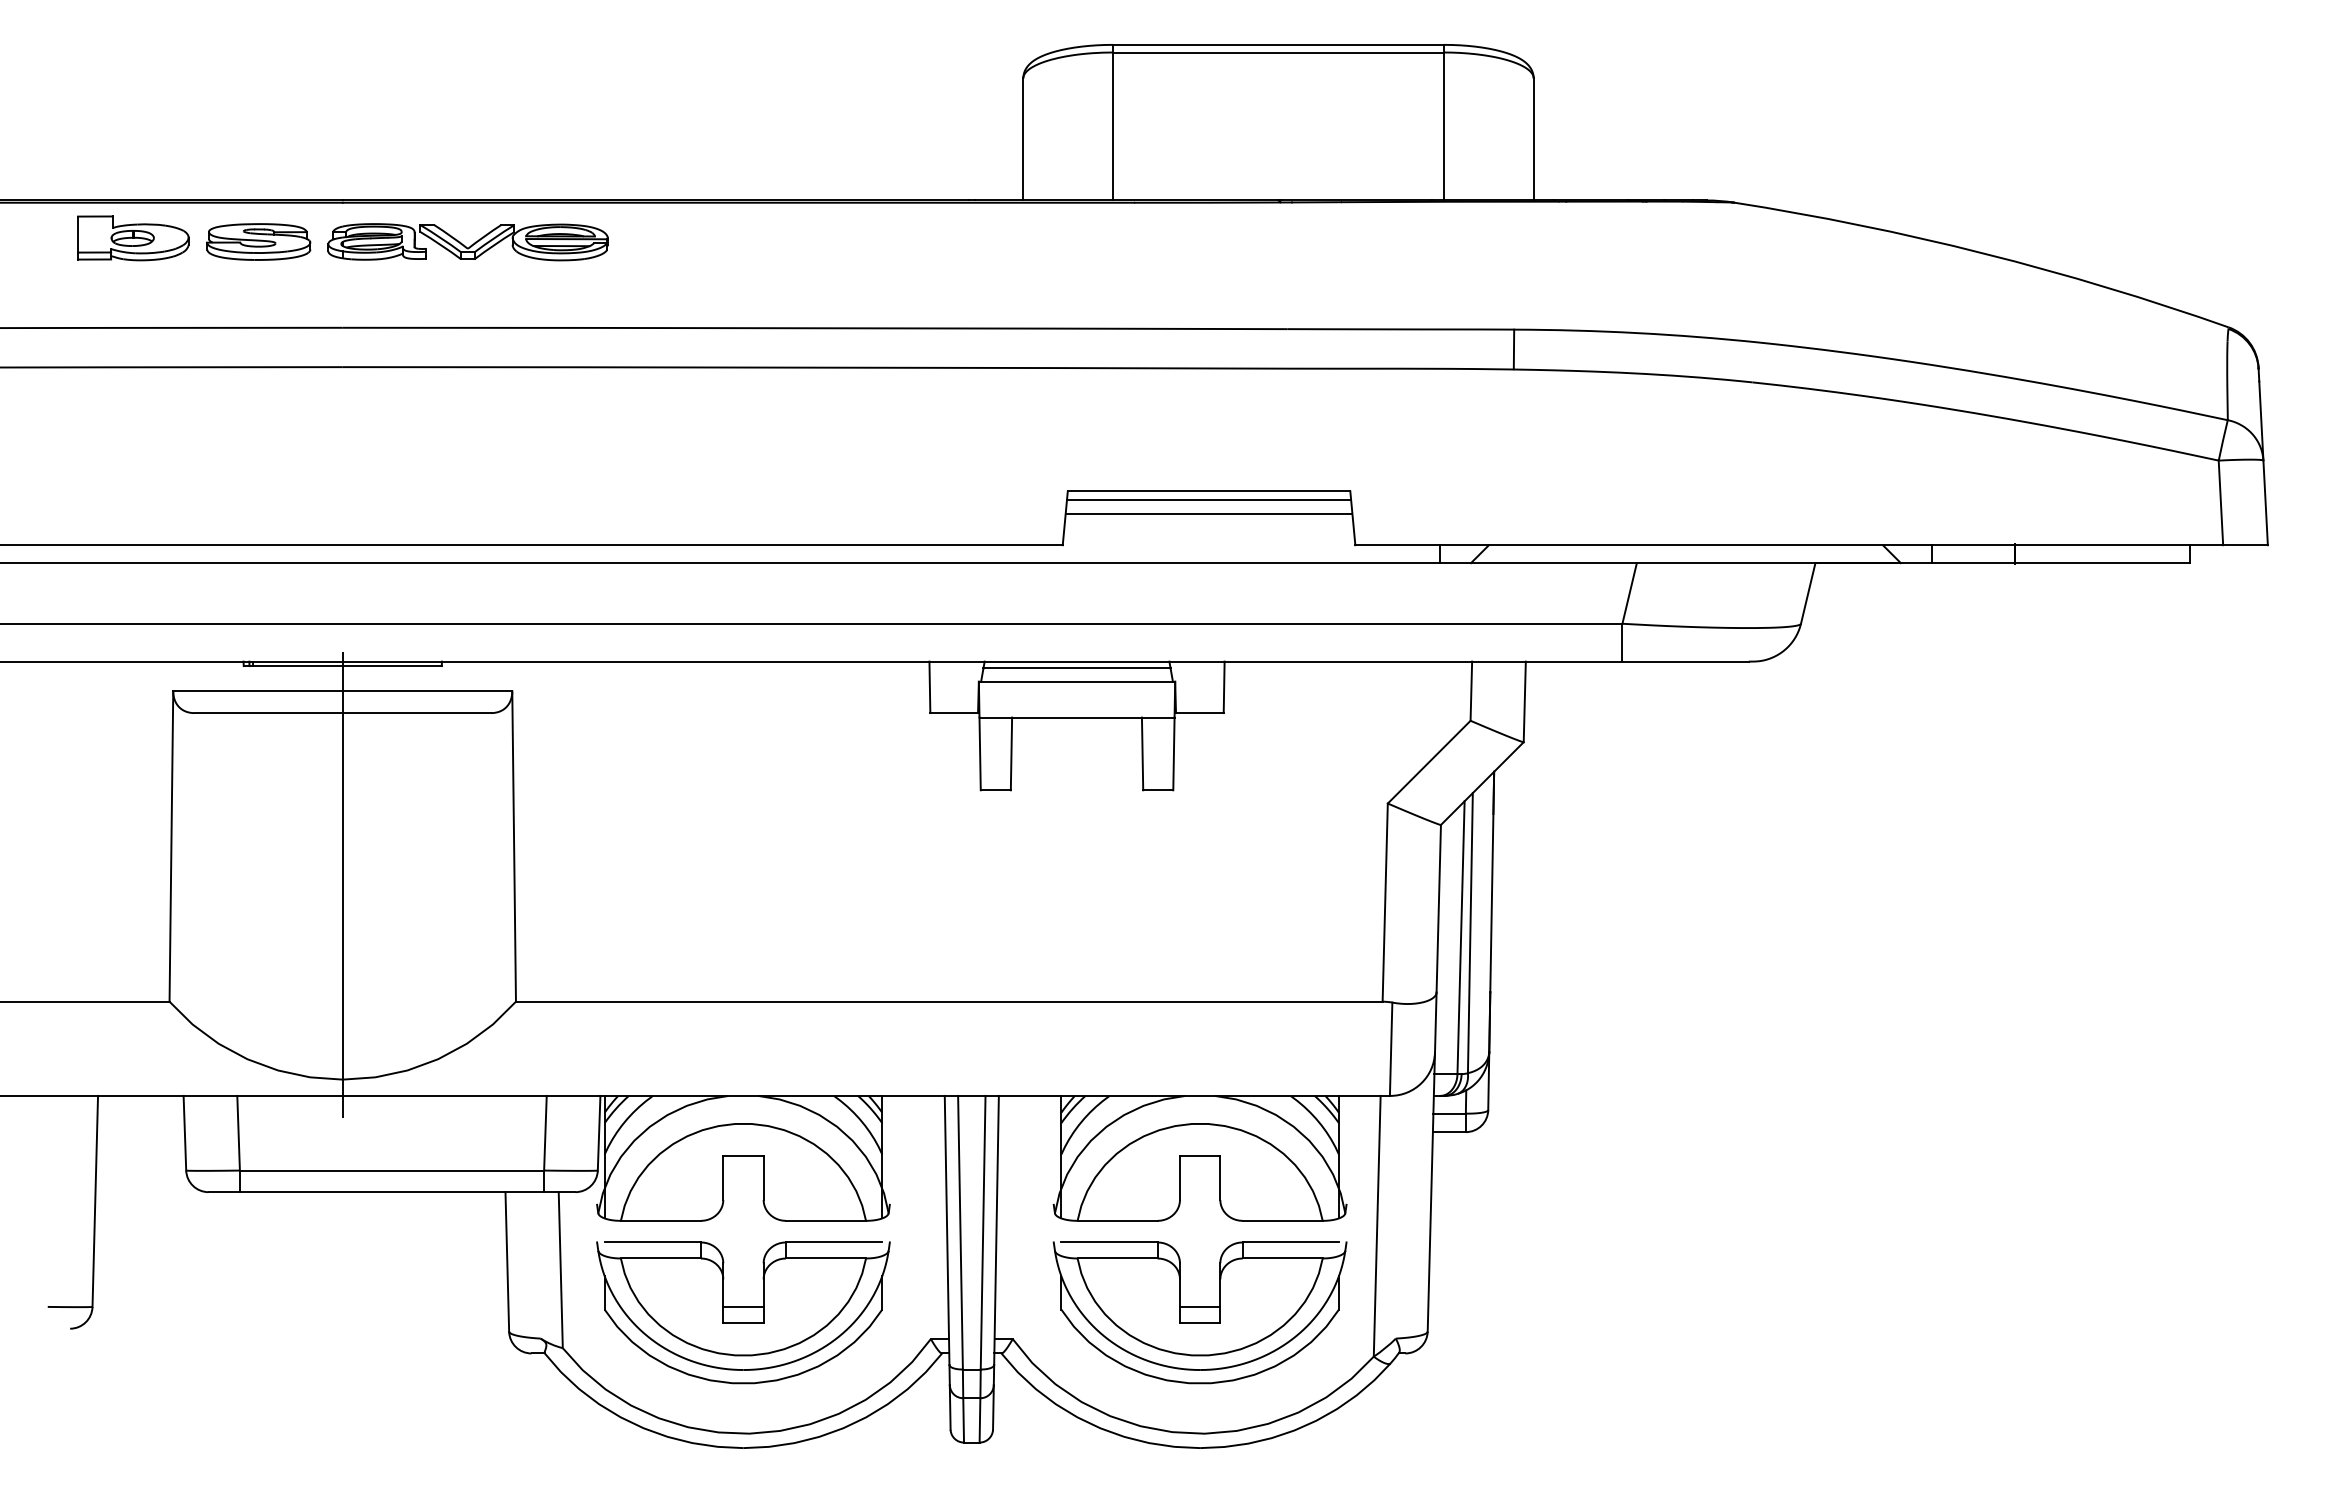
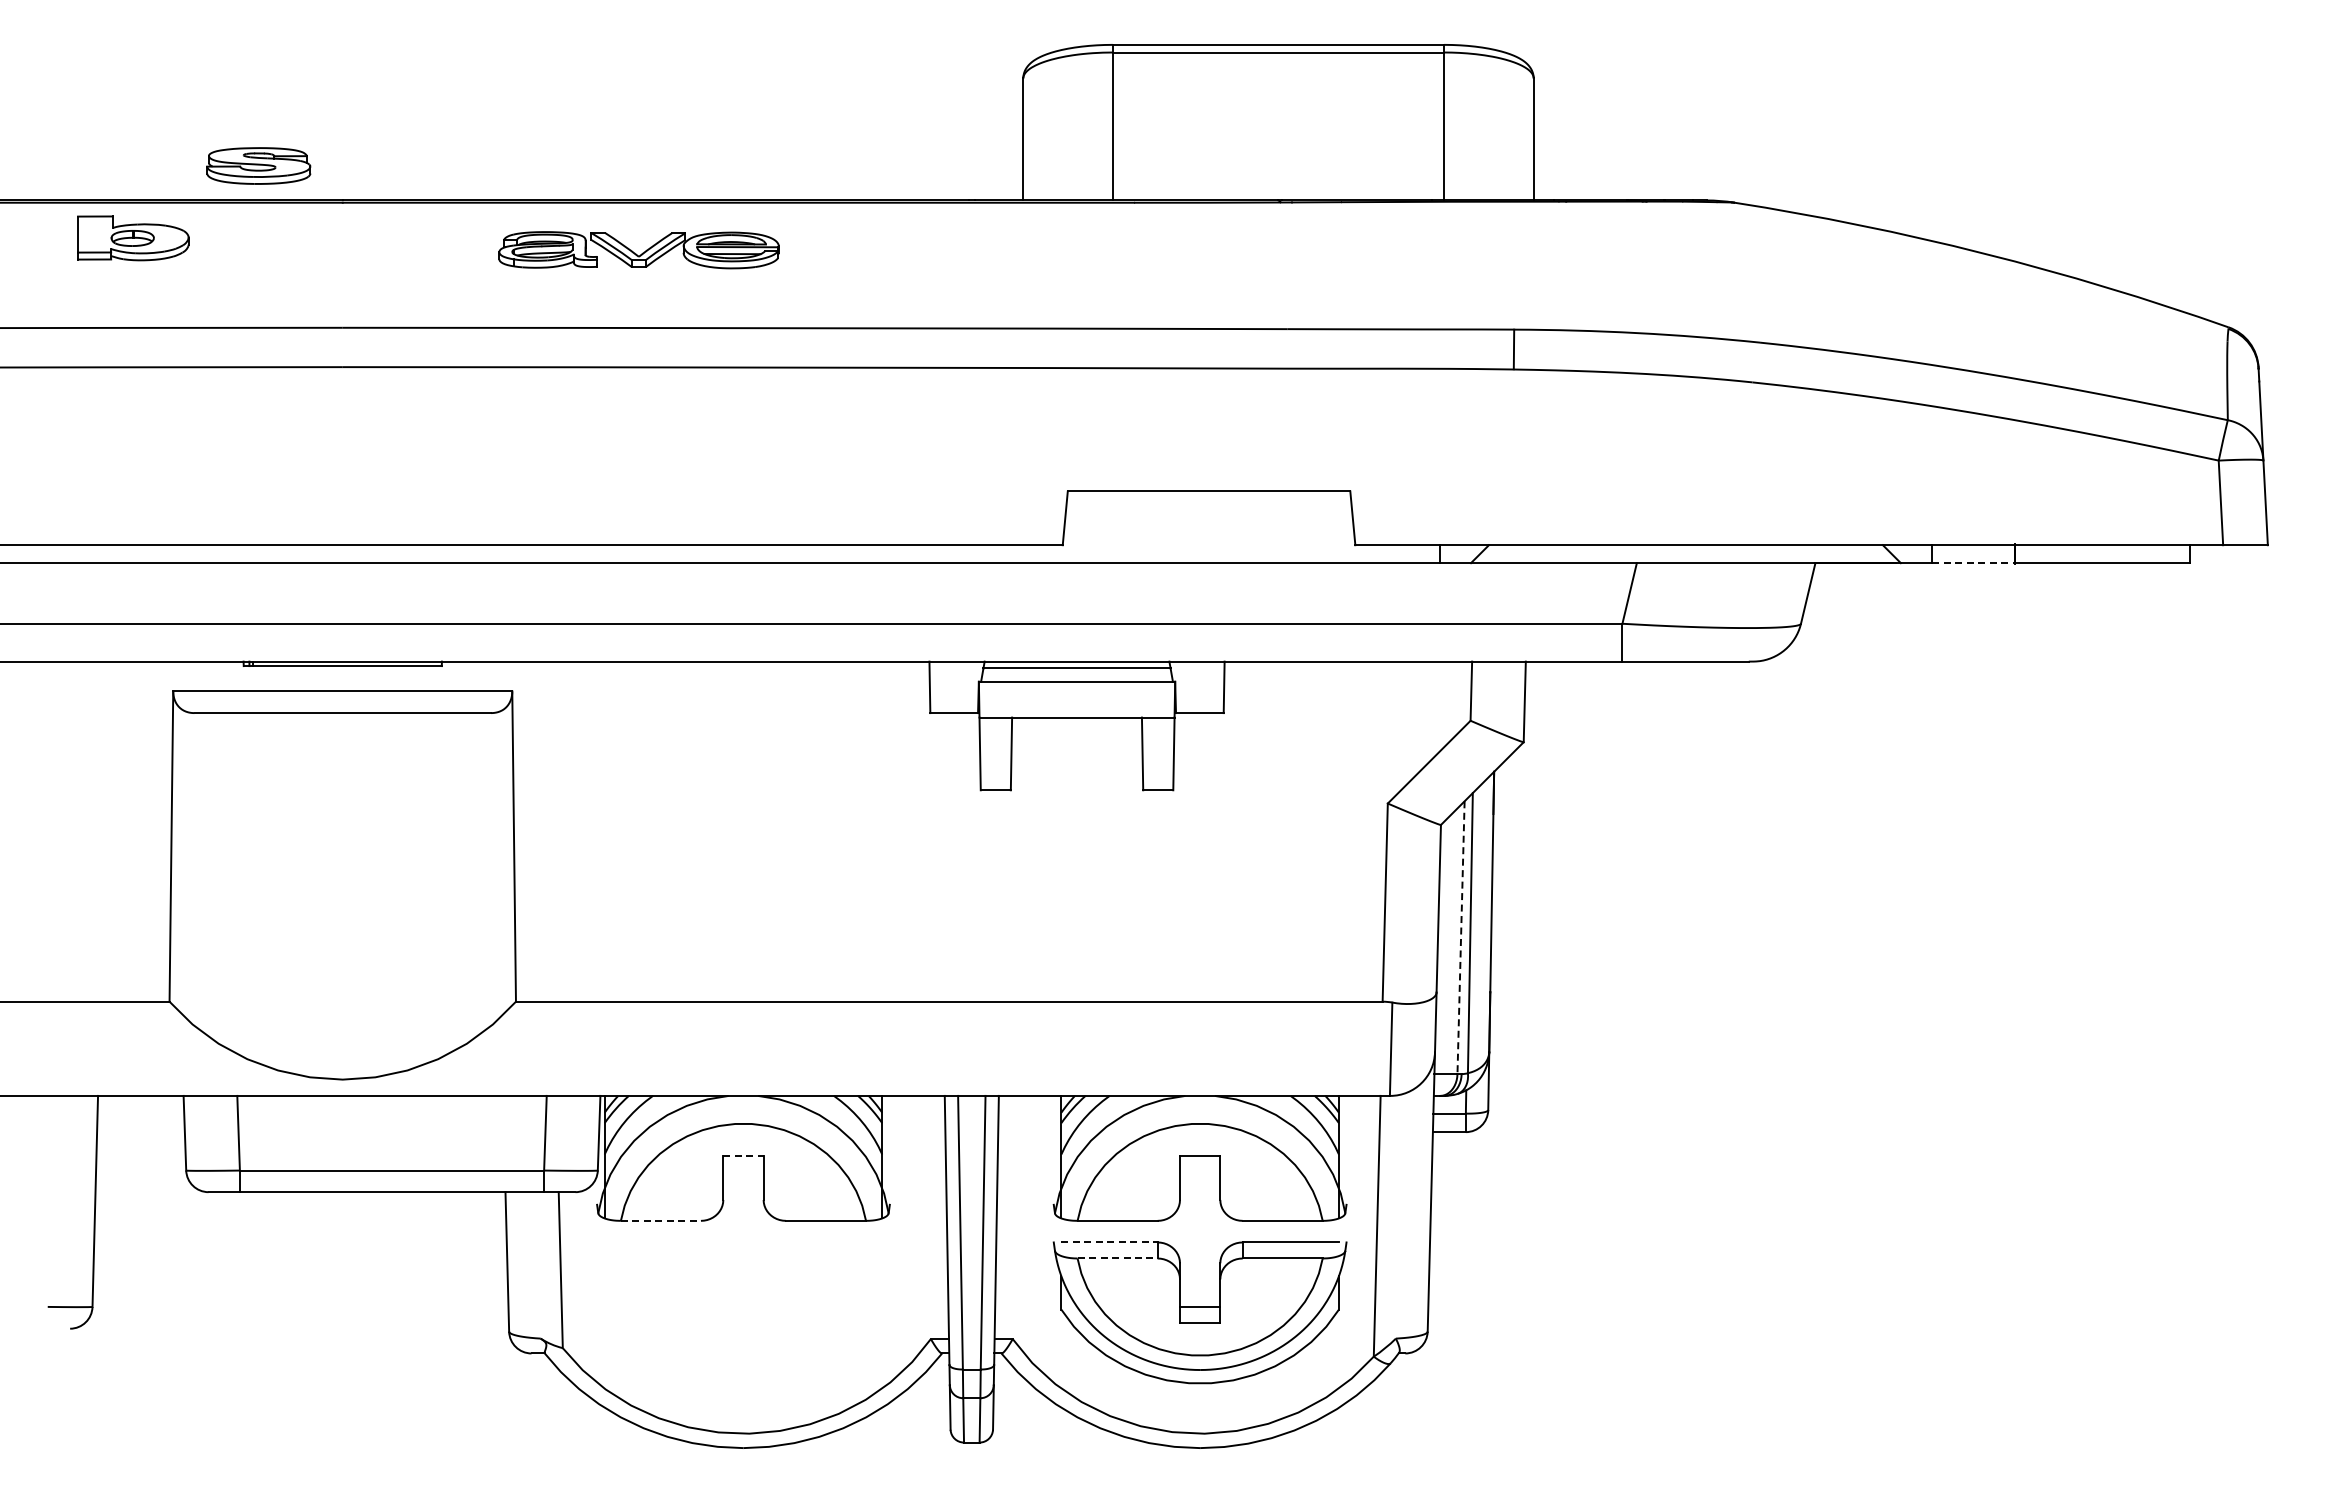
part at (258, 241) position: (258, 241) -> (258, 165)
part at (467, 242) position: (467, 242) -> (638, 250)
line at (1208, 500): present -> none
line at (1208, 513): present -> none
line at (1974, 563): solid -> dashed
line at (342, 885): present -> none
line at (1461, 938): solid -> dashed
line at (743, 1156): solid -> dashed
line at (661, 1220): solid -> dashed
line at (1109, 1242): solid -> dashed
line at (1118, 1258): solid -> dashed
part at (743, 1312): present -> none
